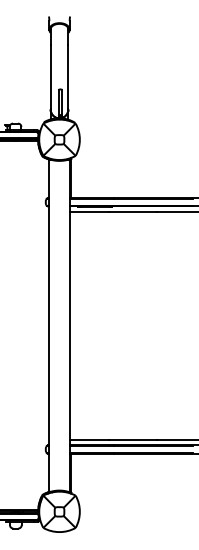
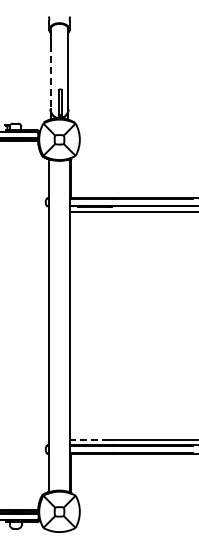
line at (50, 77): solid -> dashed
line at (88, 440): solid -> dashed
